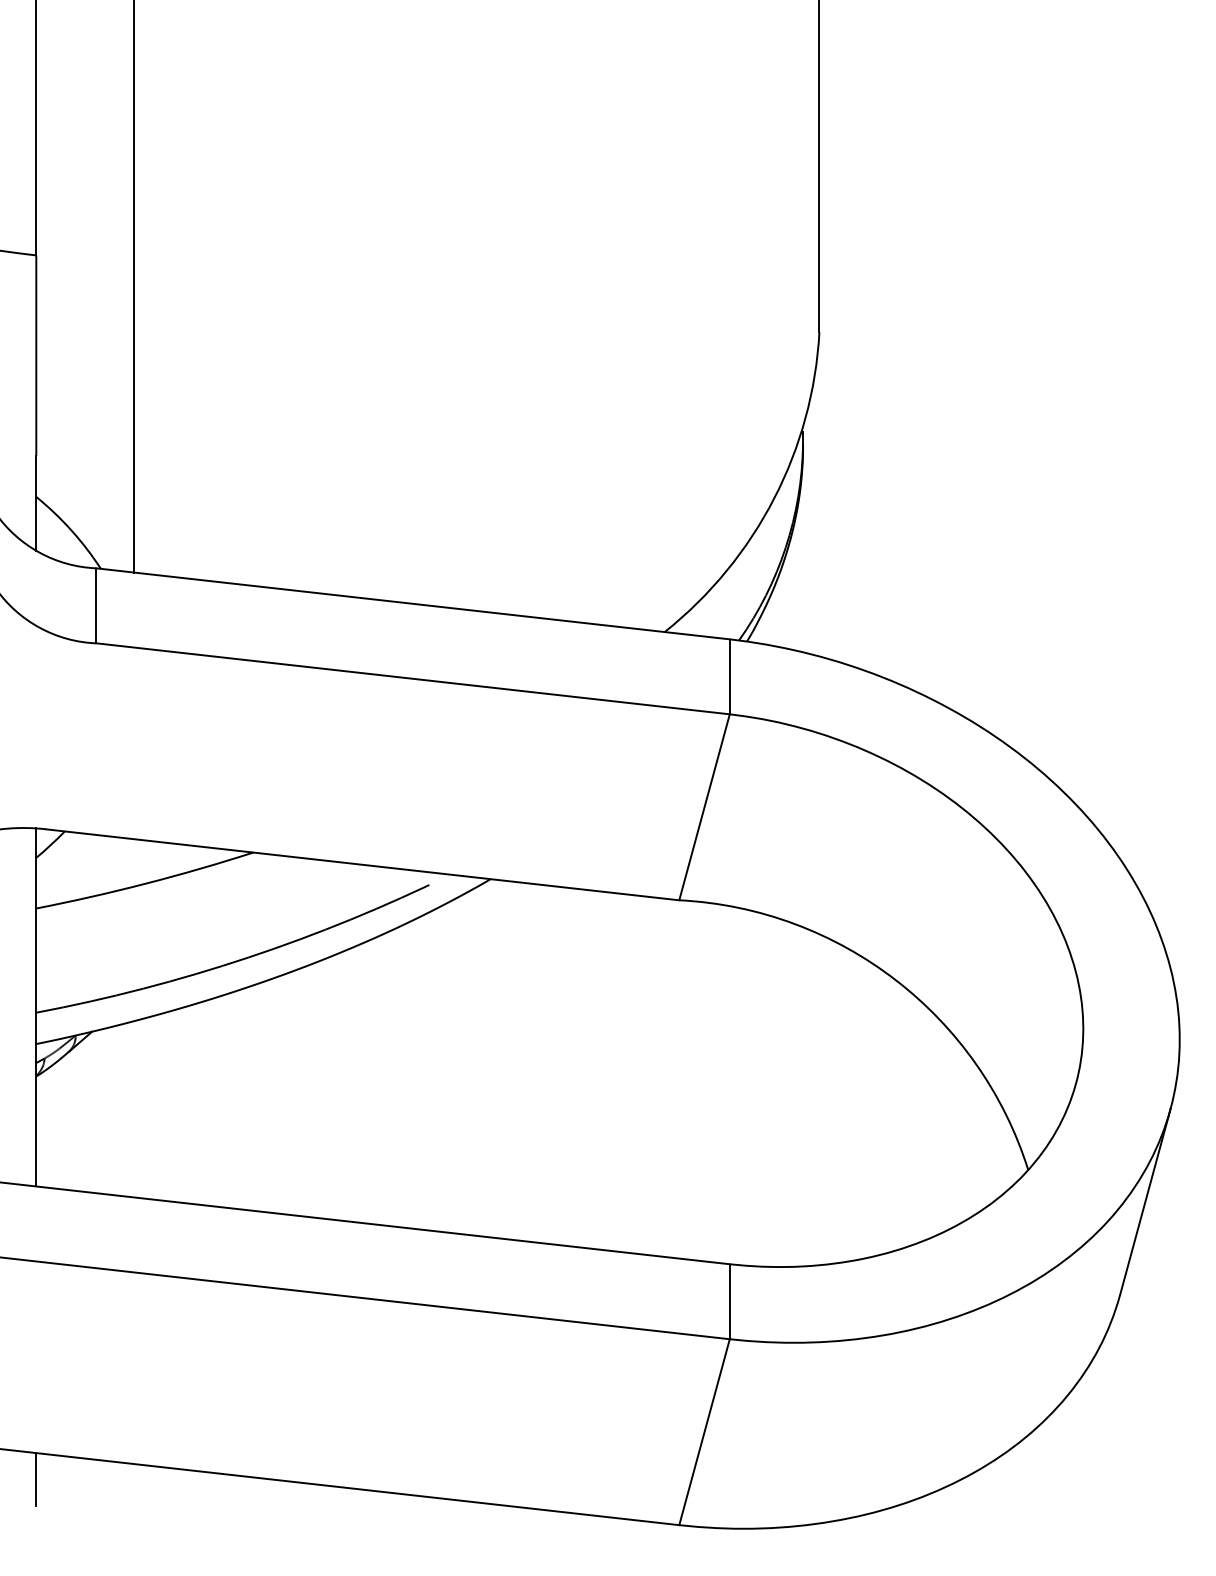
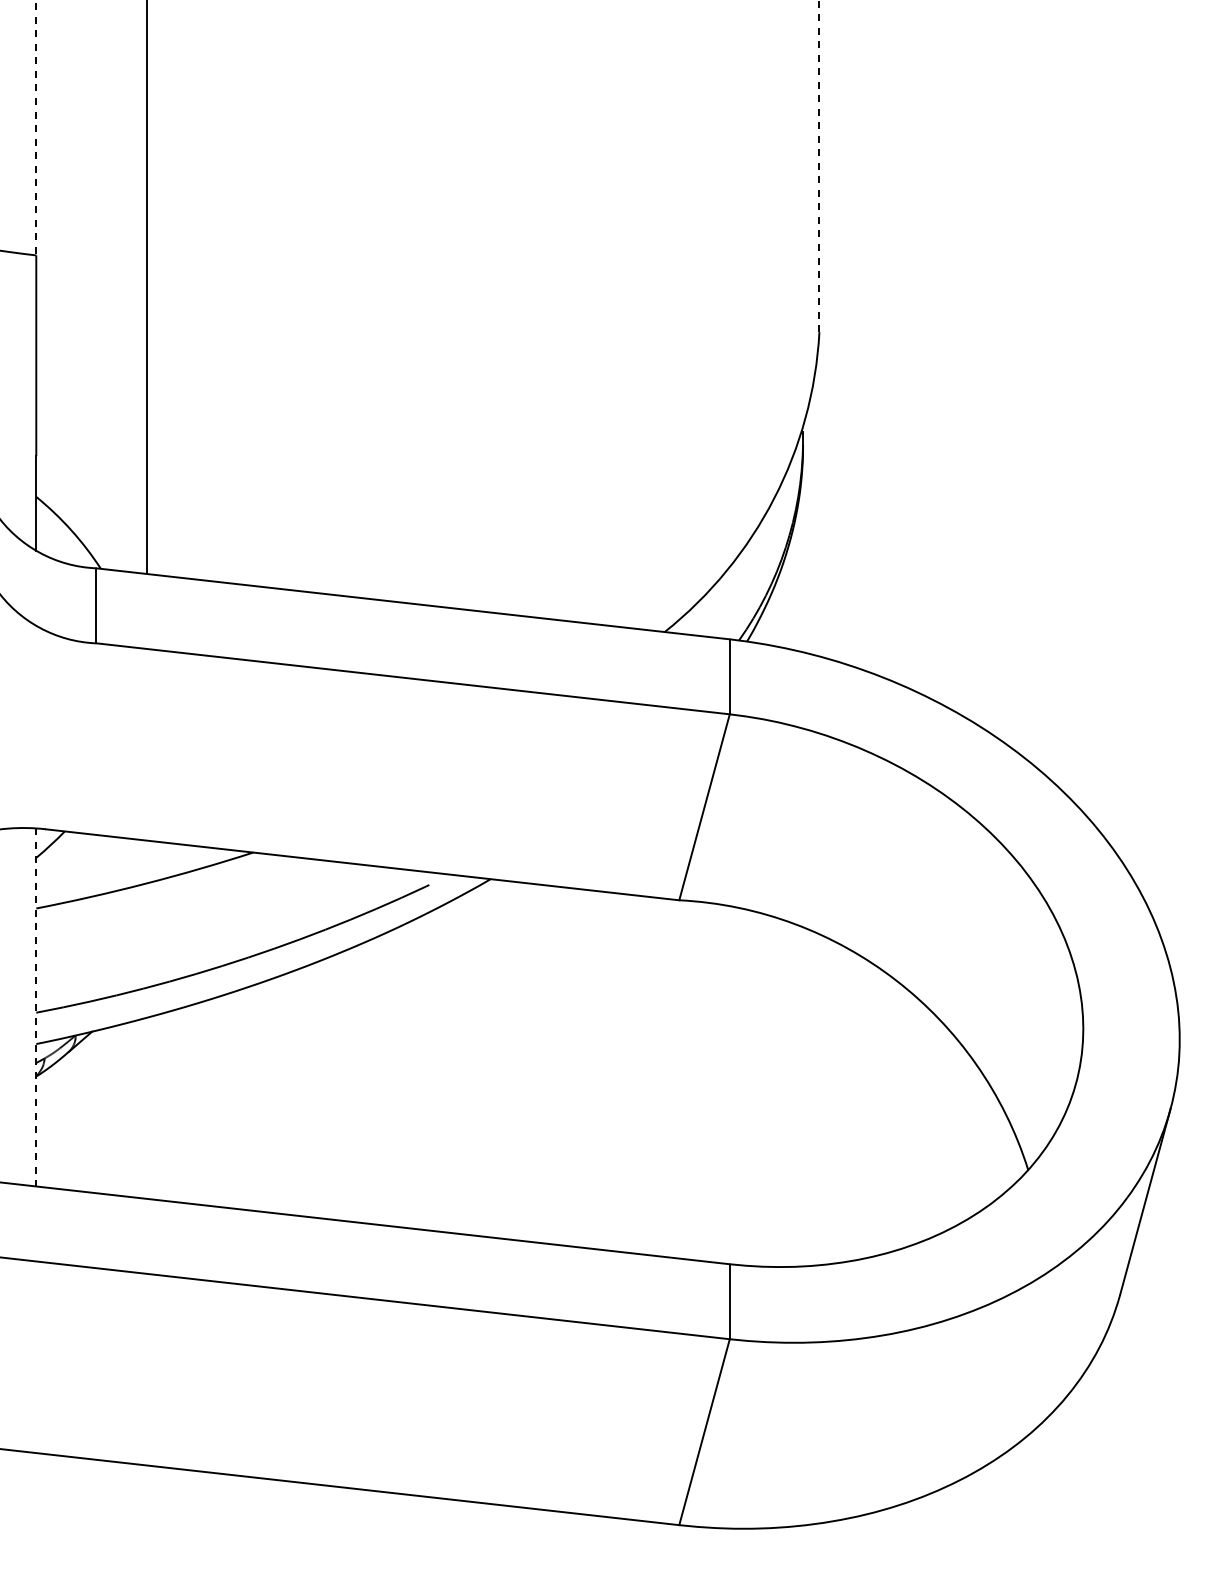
line at (36, 128): solid -> dashed
line at (819, 166): solid -> dashed
line at (134, 287) position: (134, 287) -> (147, 287)
line at (36, 1007): solid -> dashed
line at (36, 1479): present -> none
